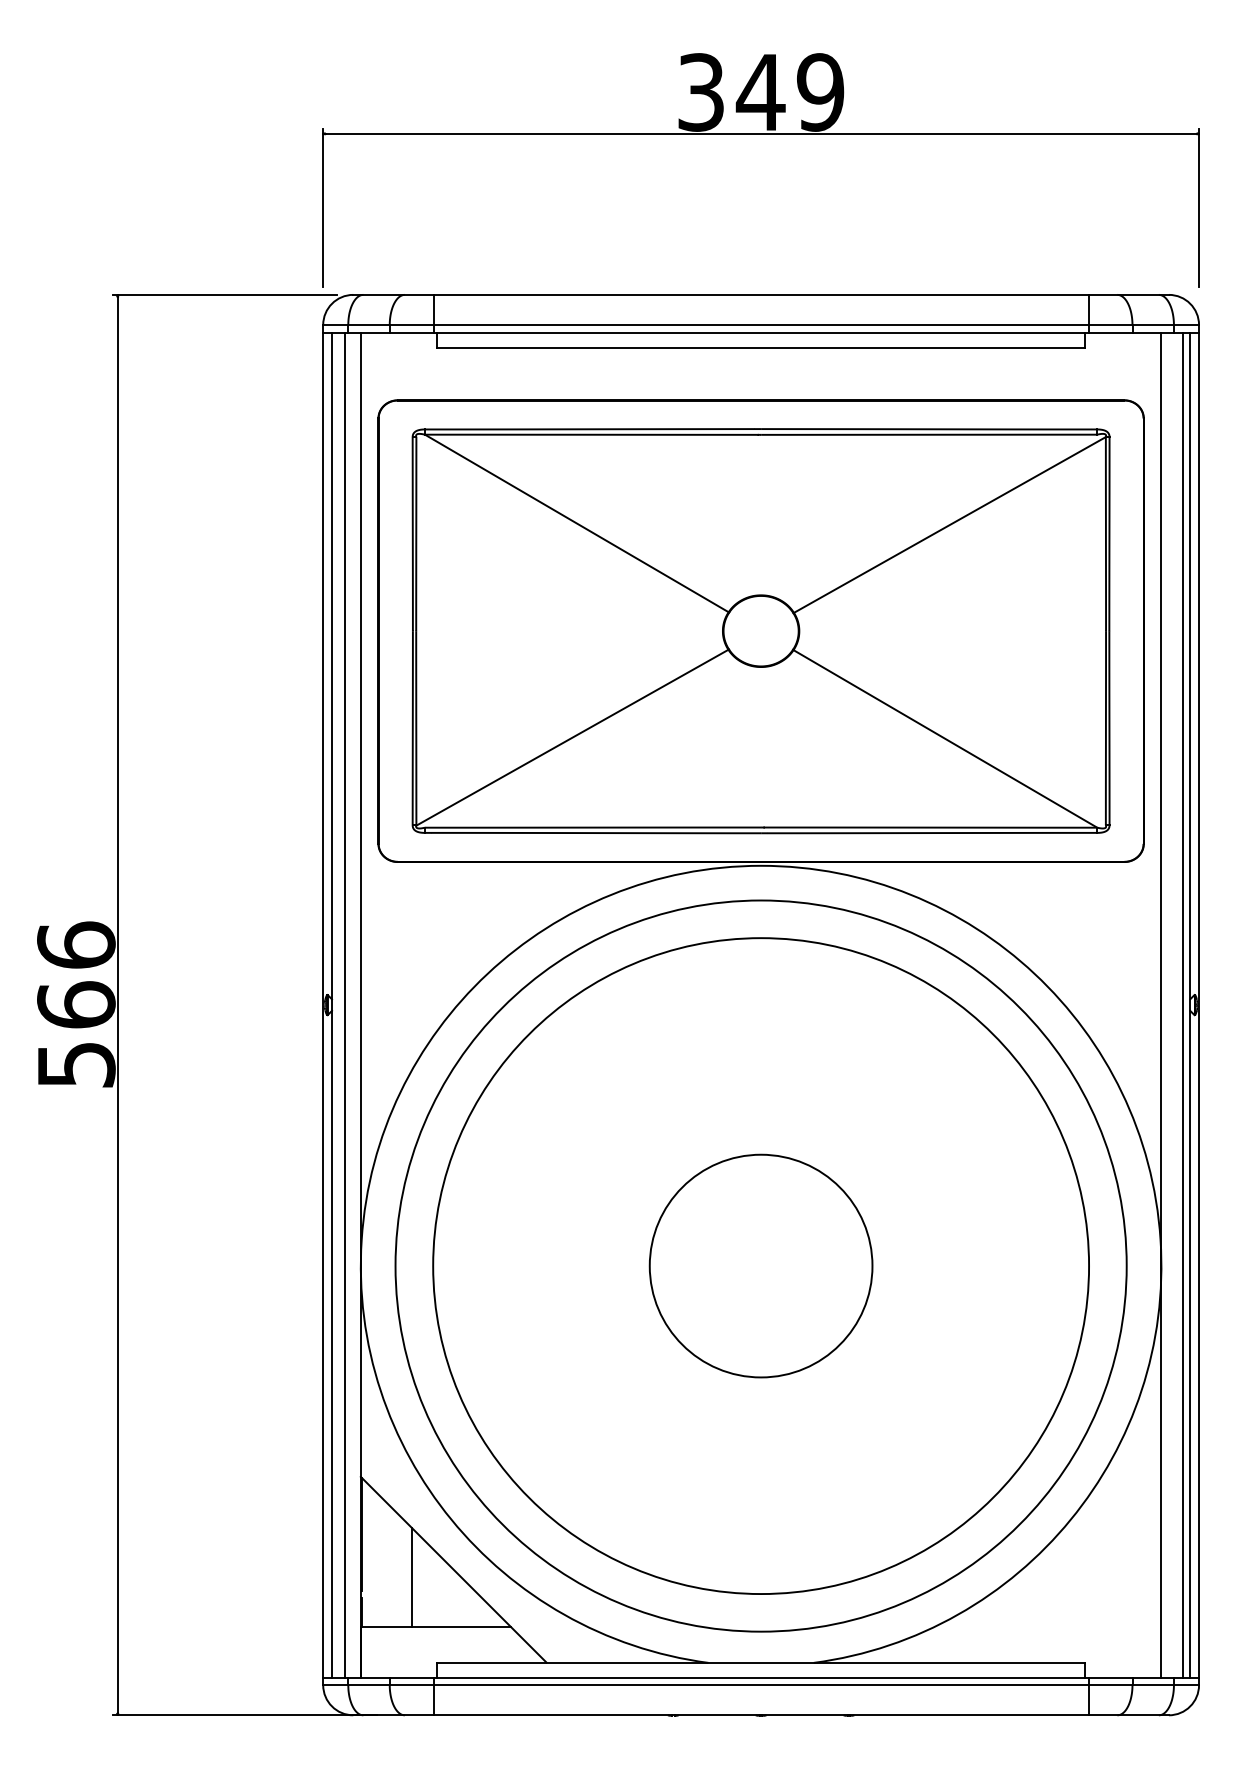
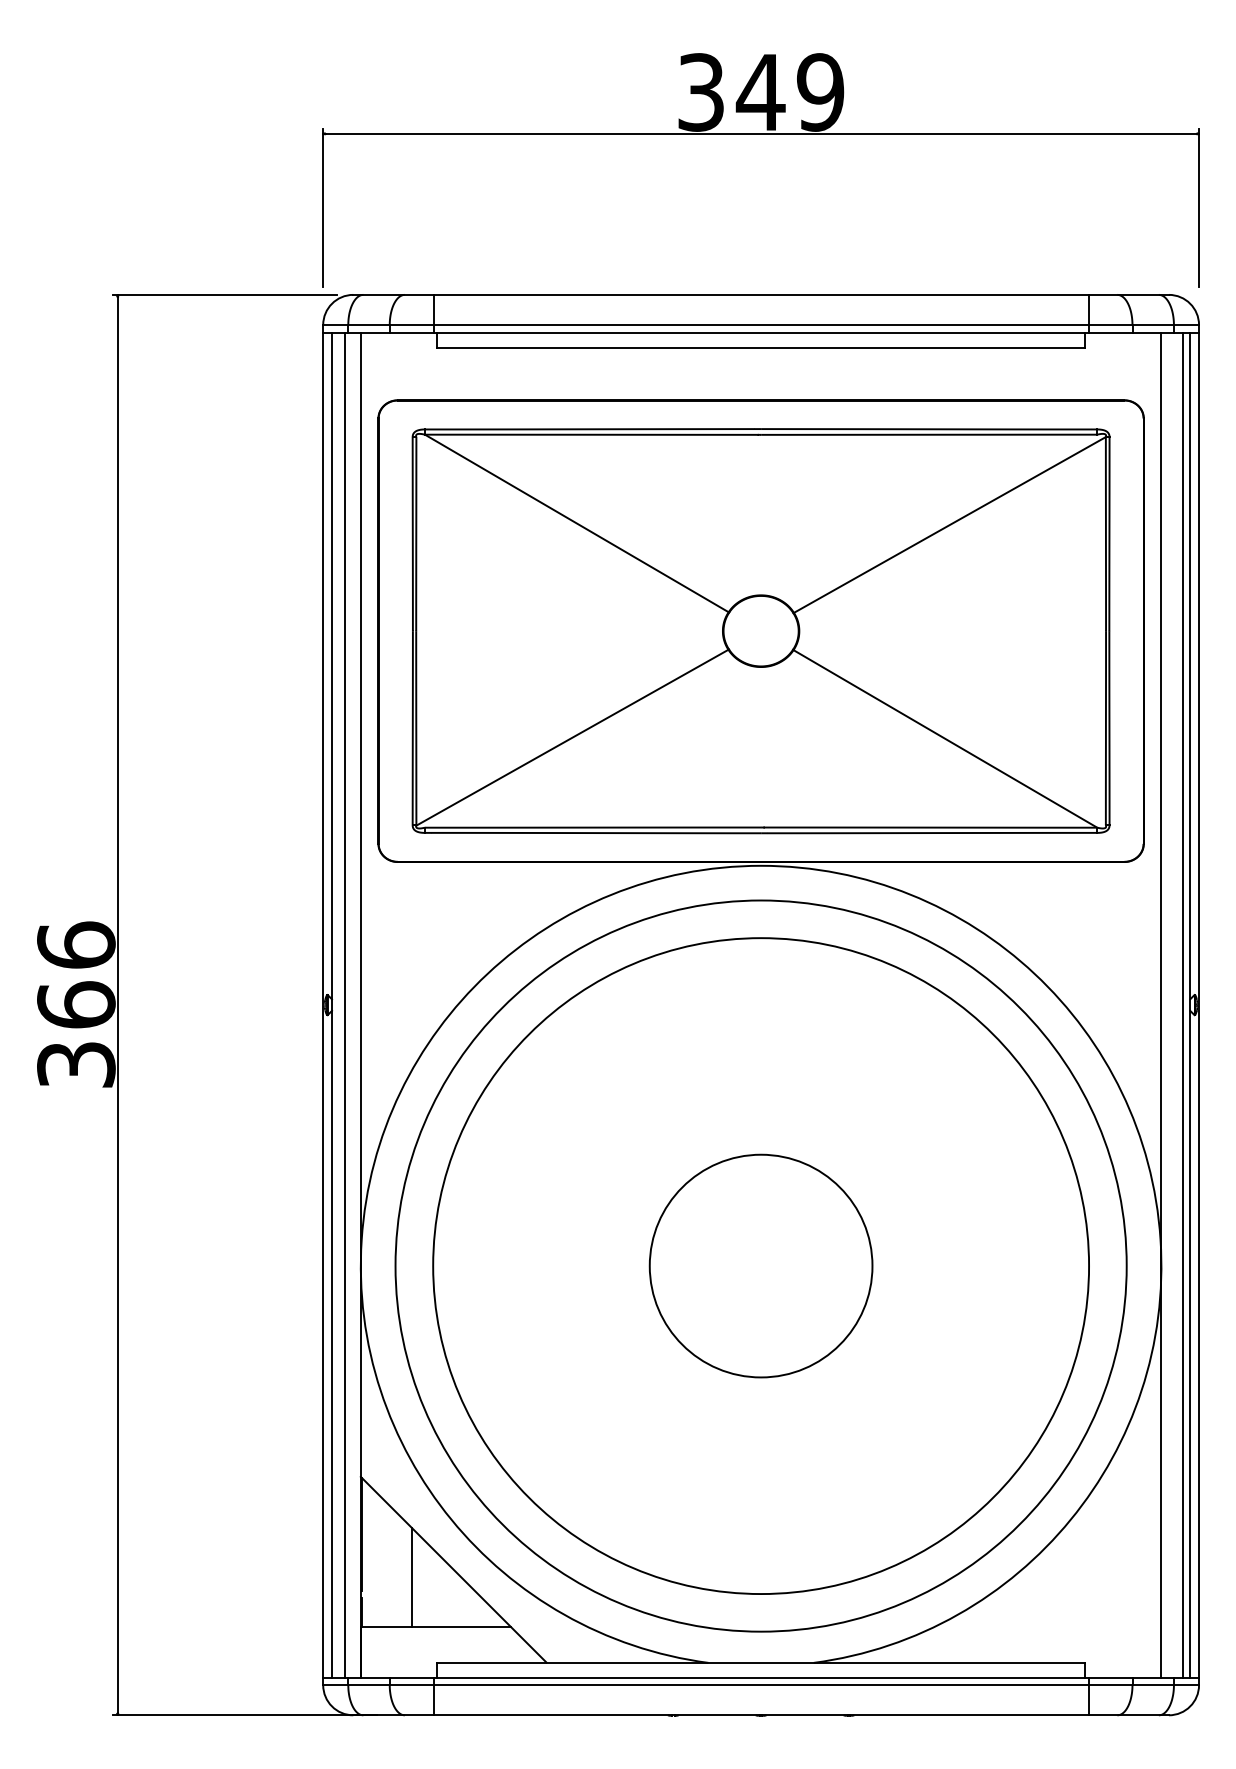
text at (76, 1064): 566 -> 366
